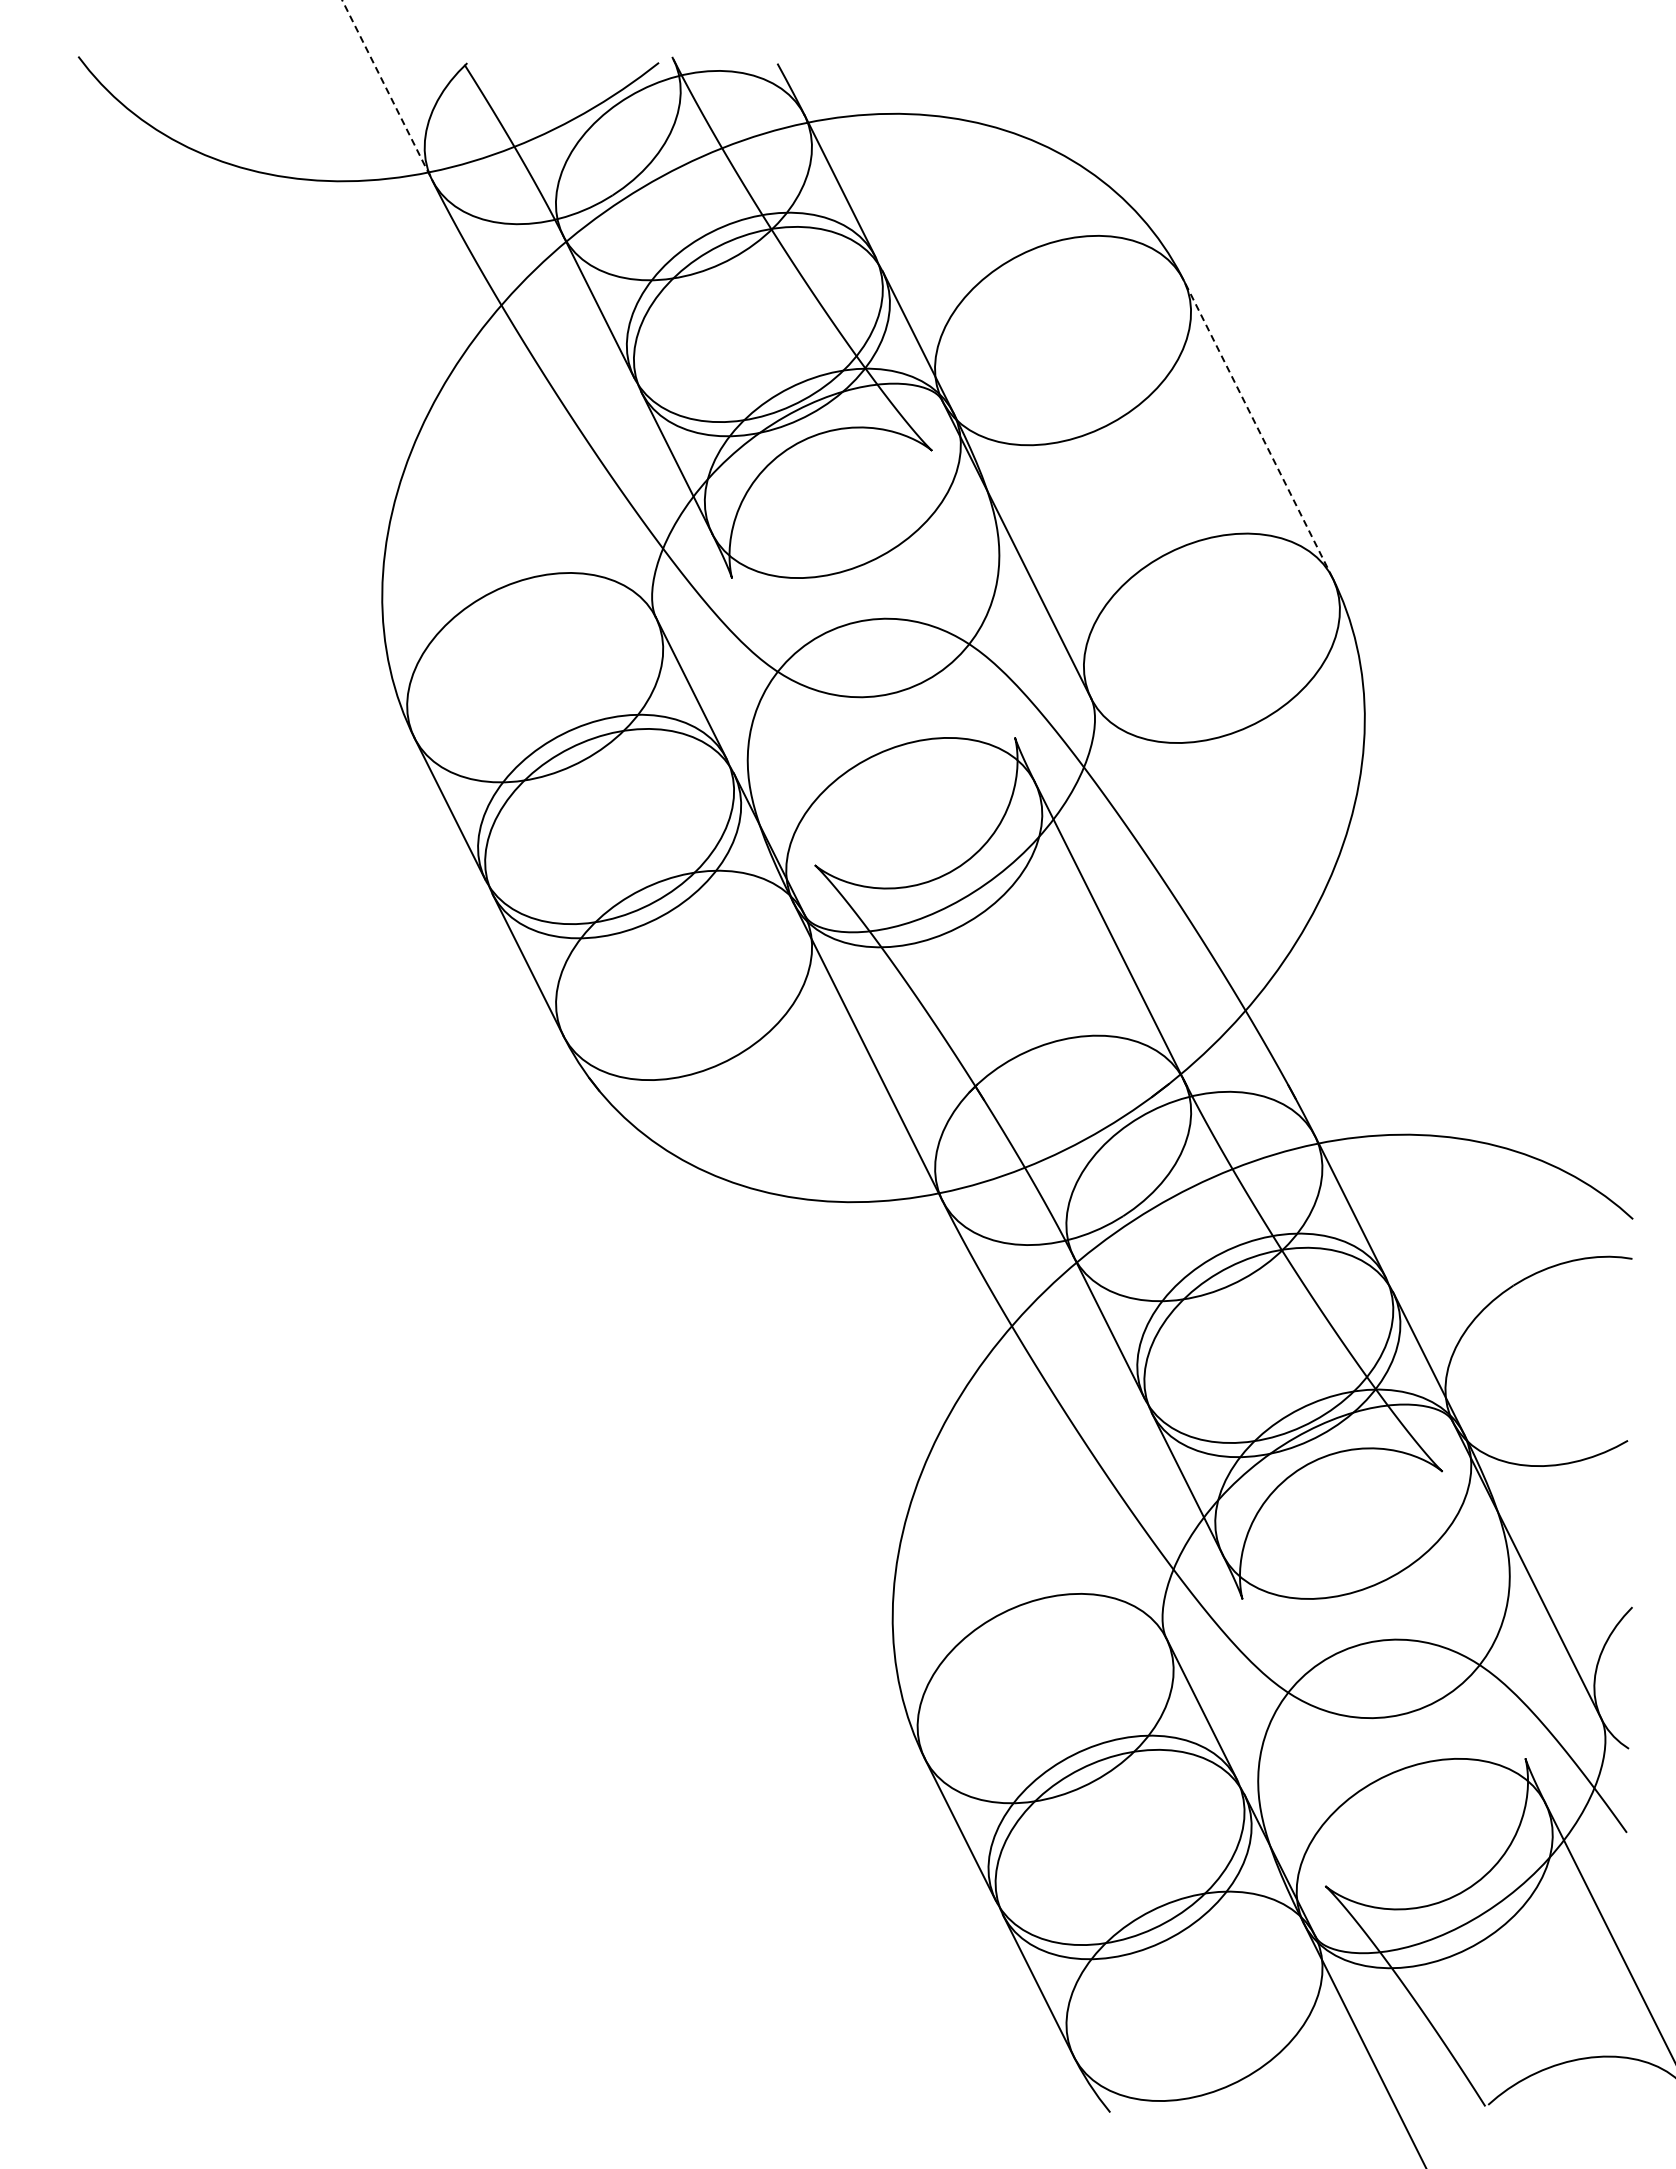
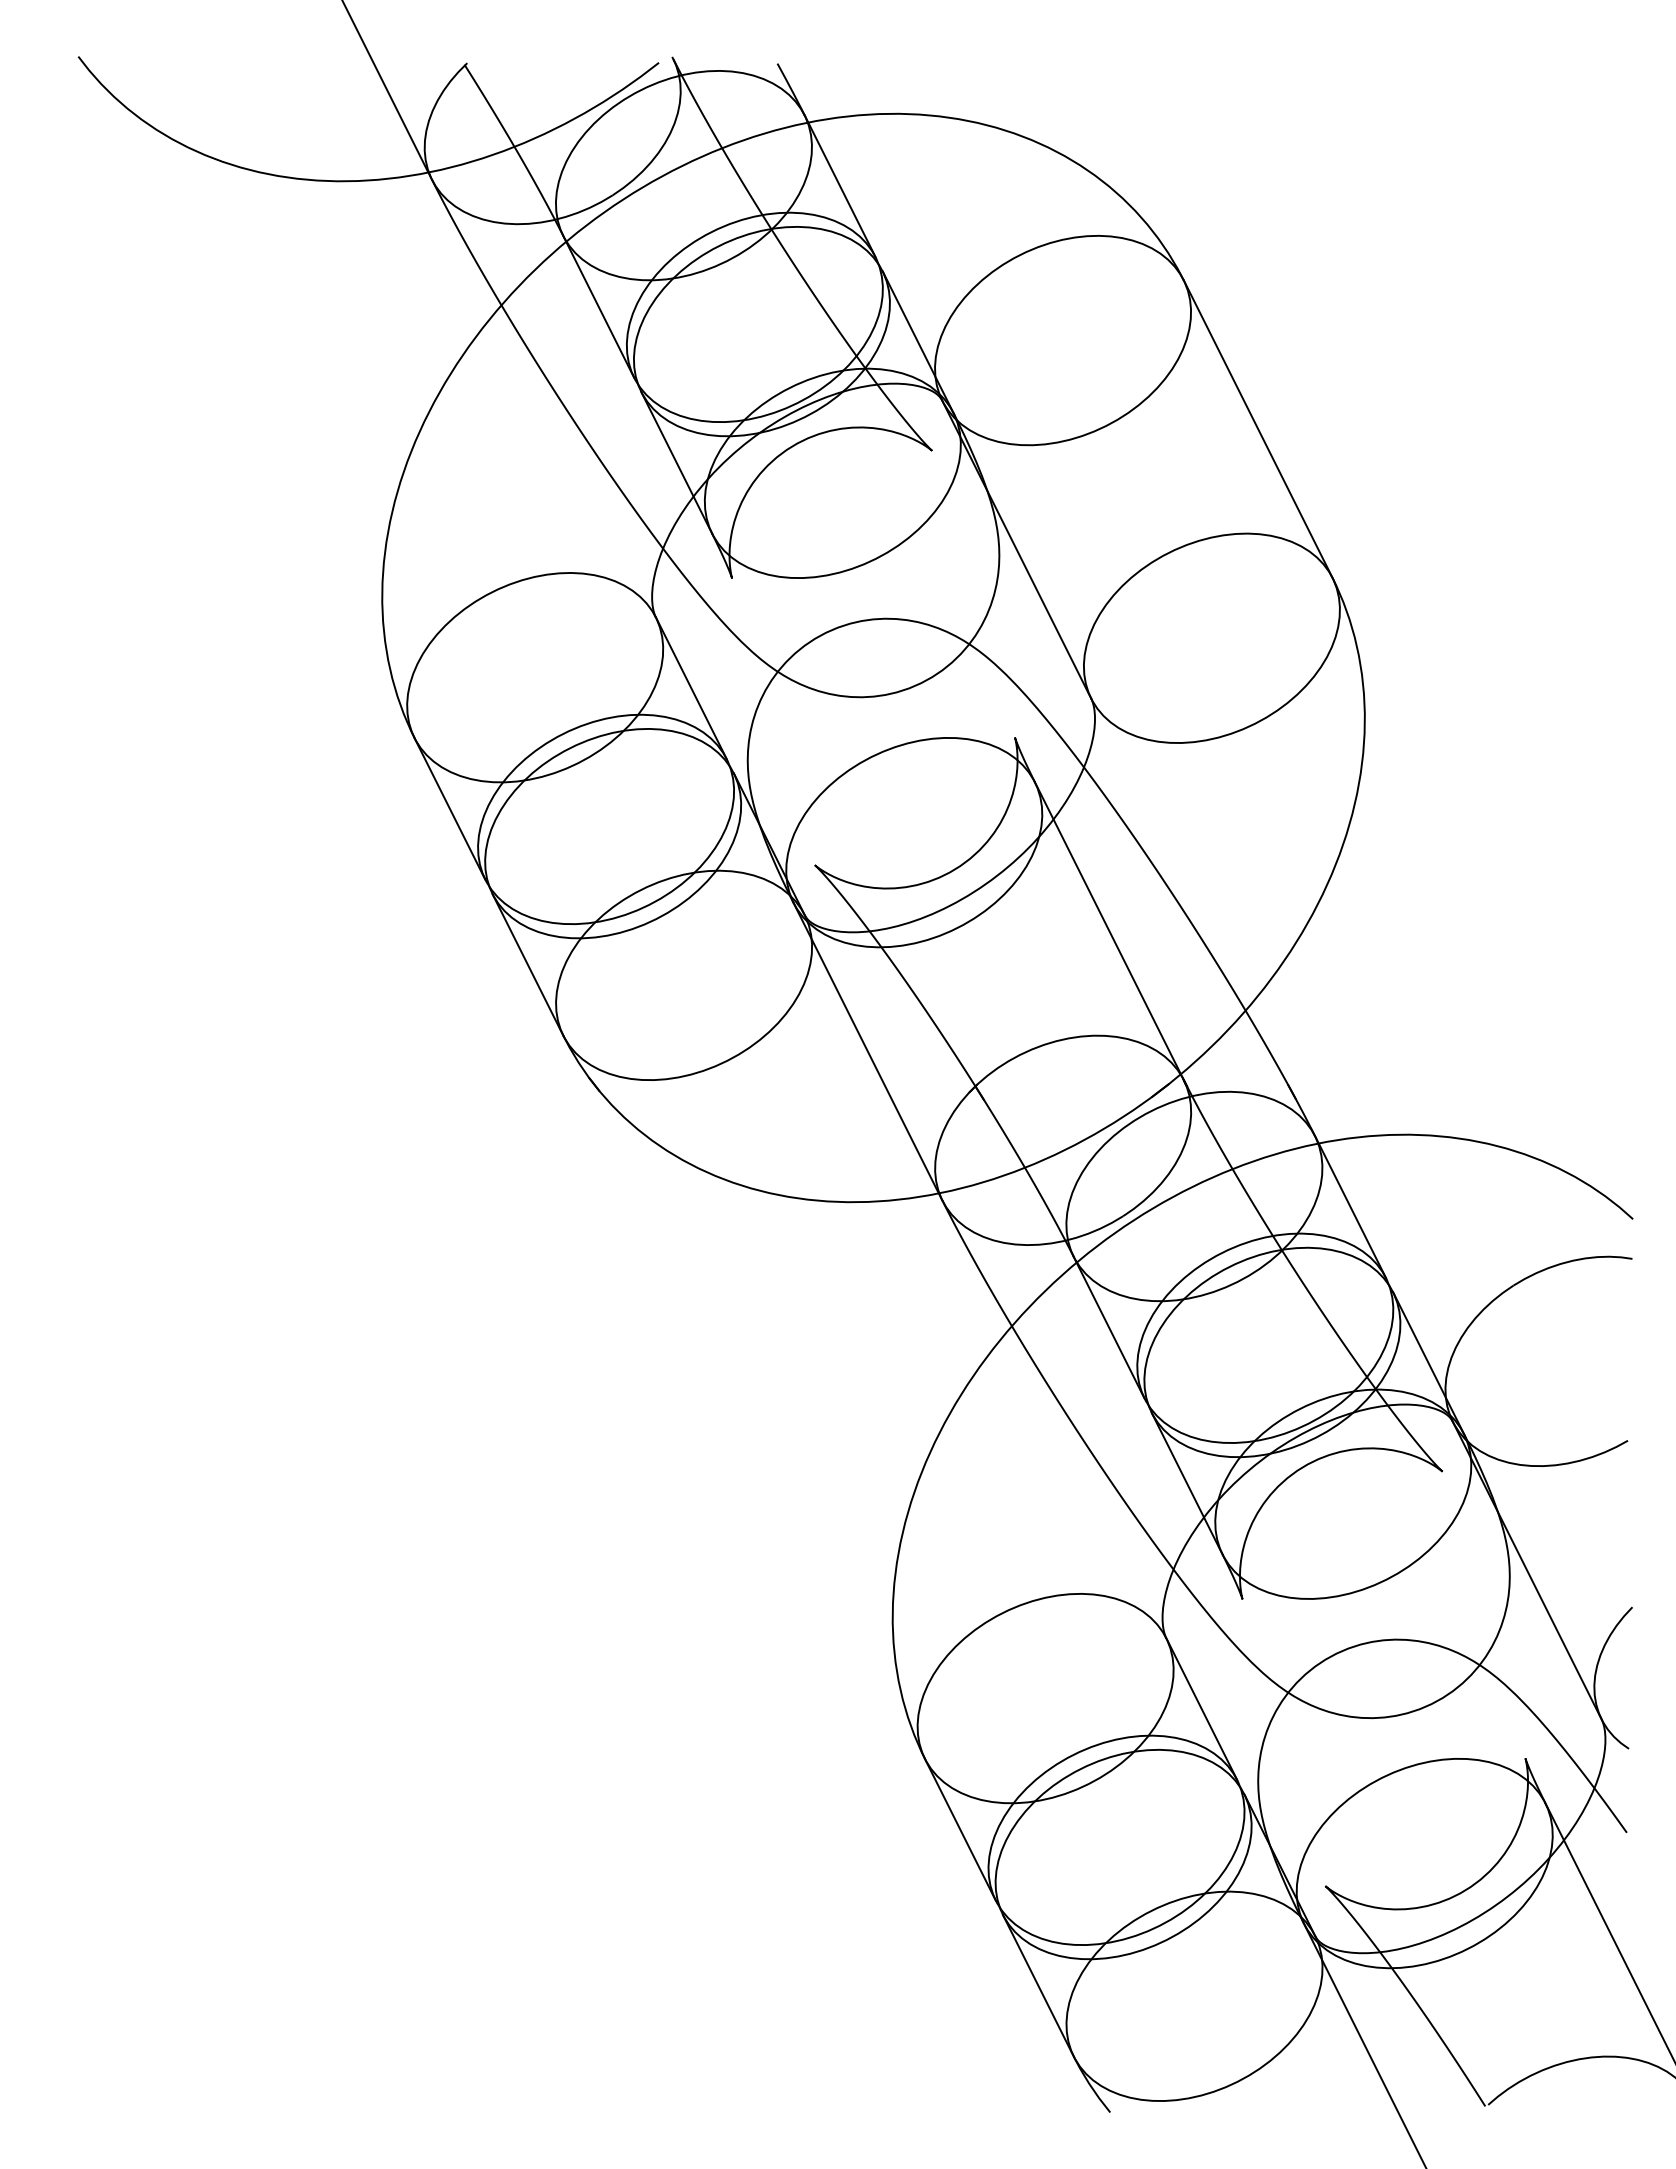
line at (387, 90): dashed -> solid
line at (1257, 428): dashed -> solid
